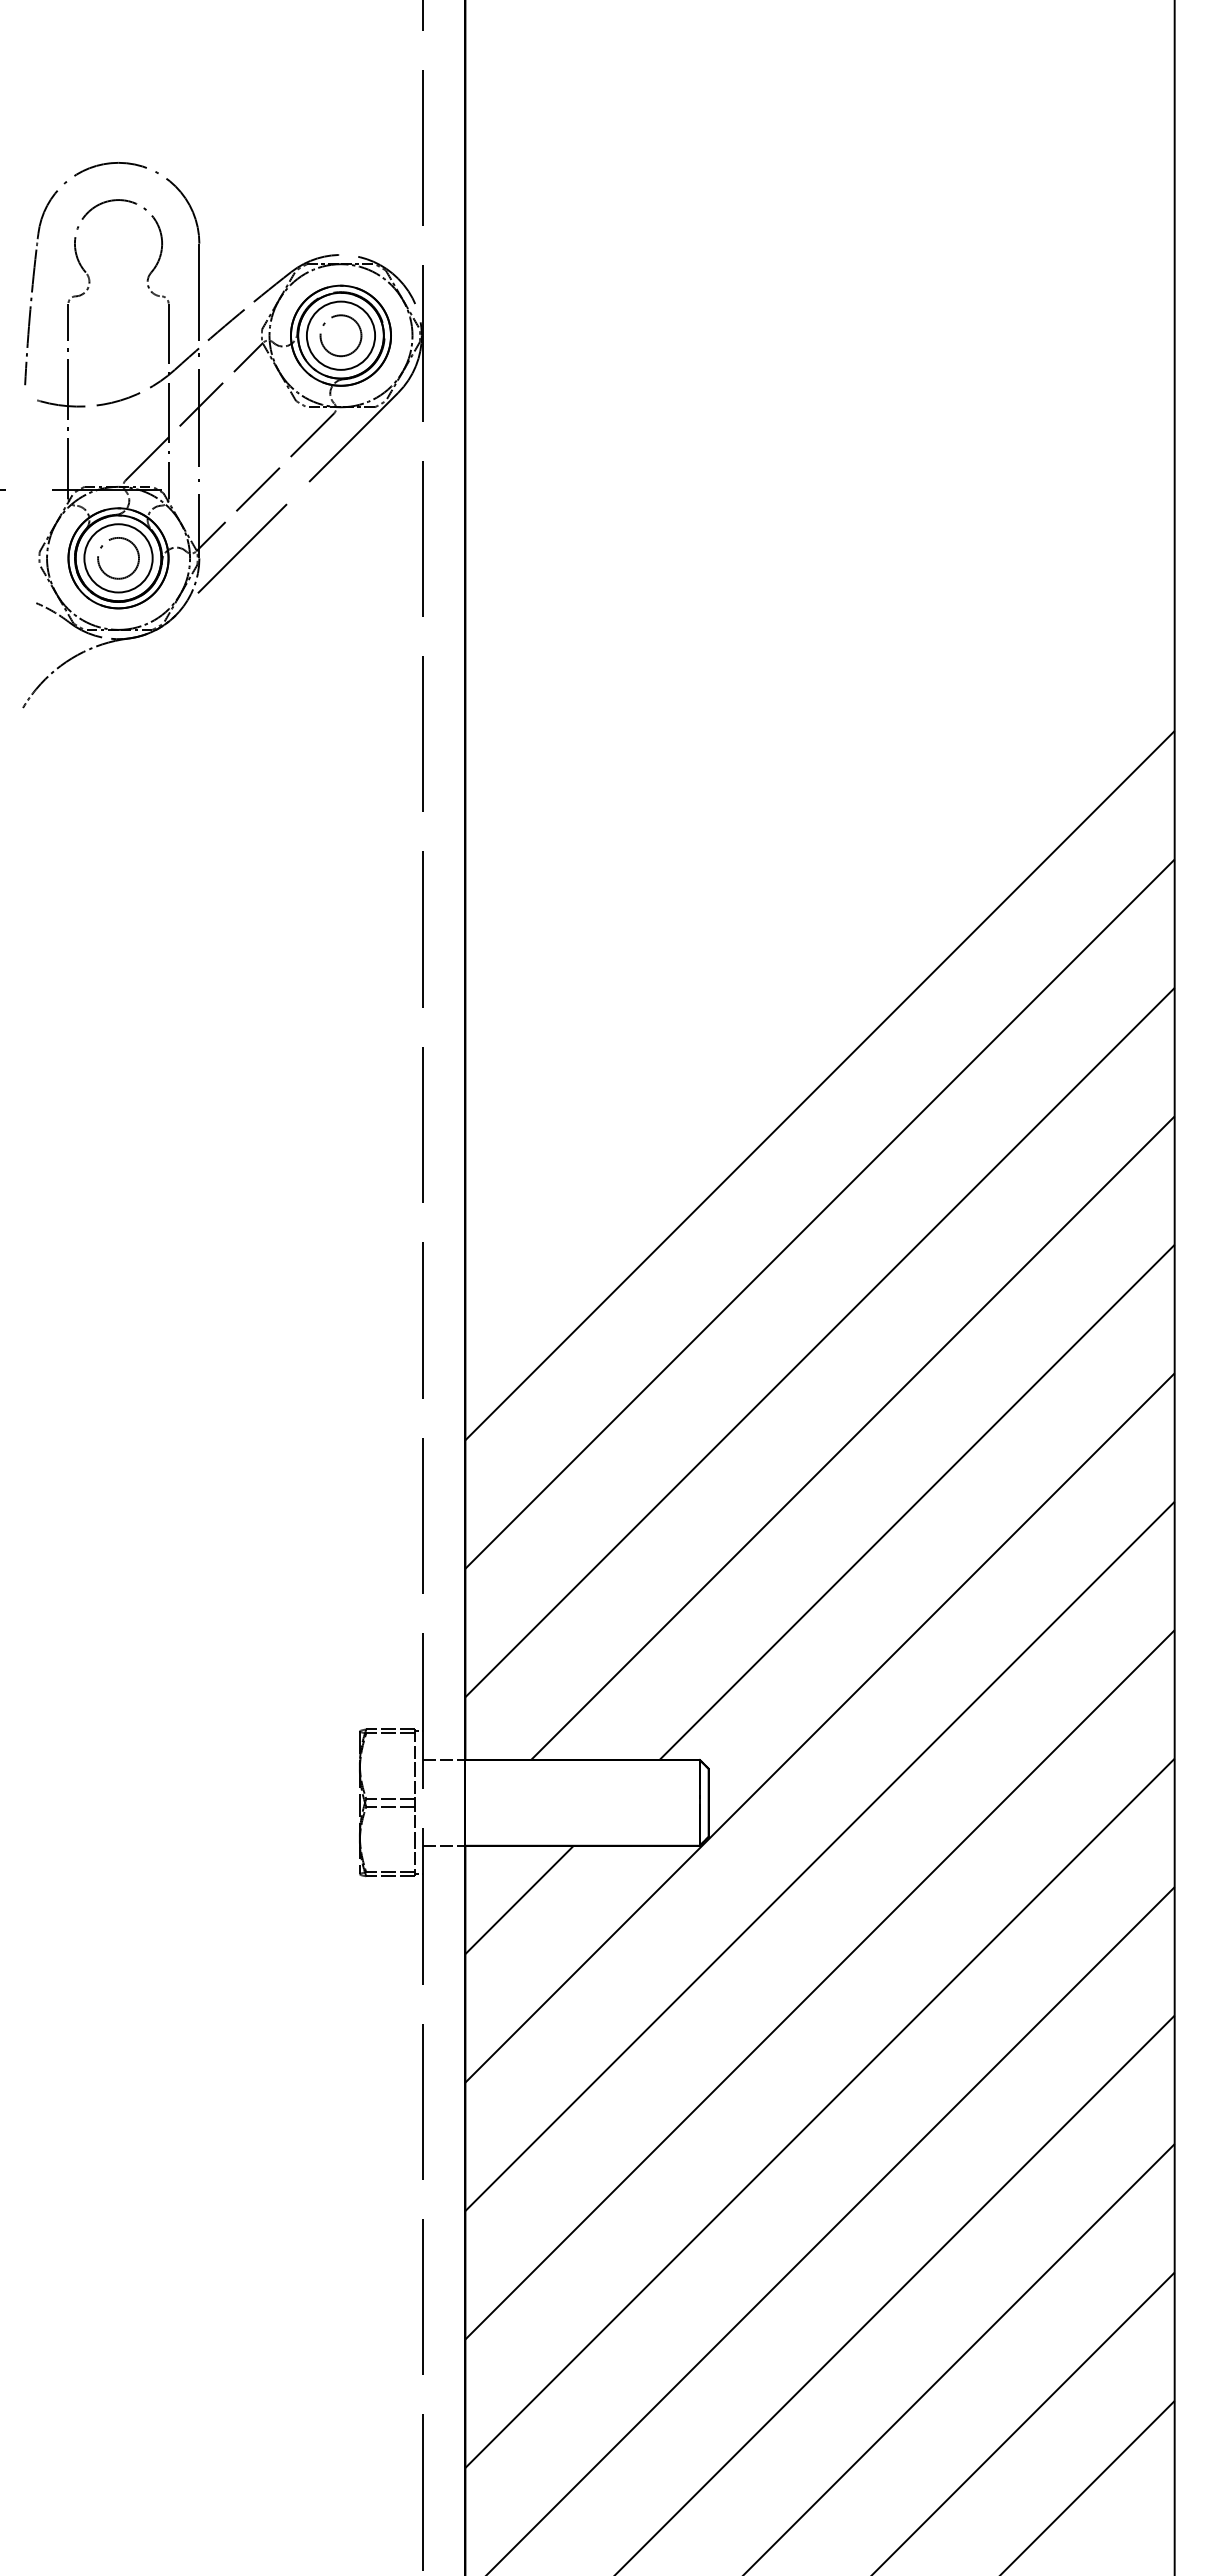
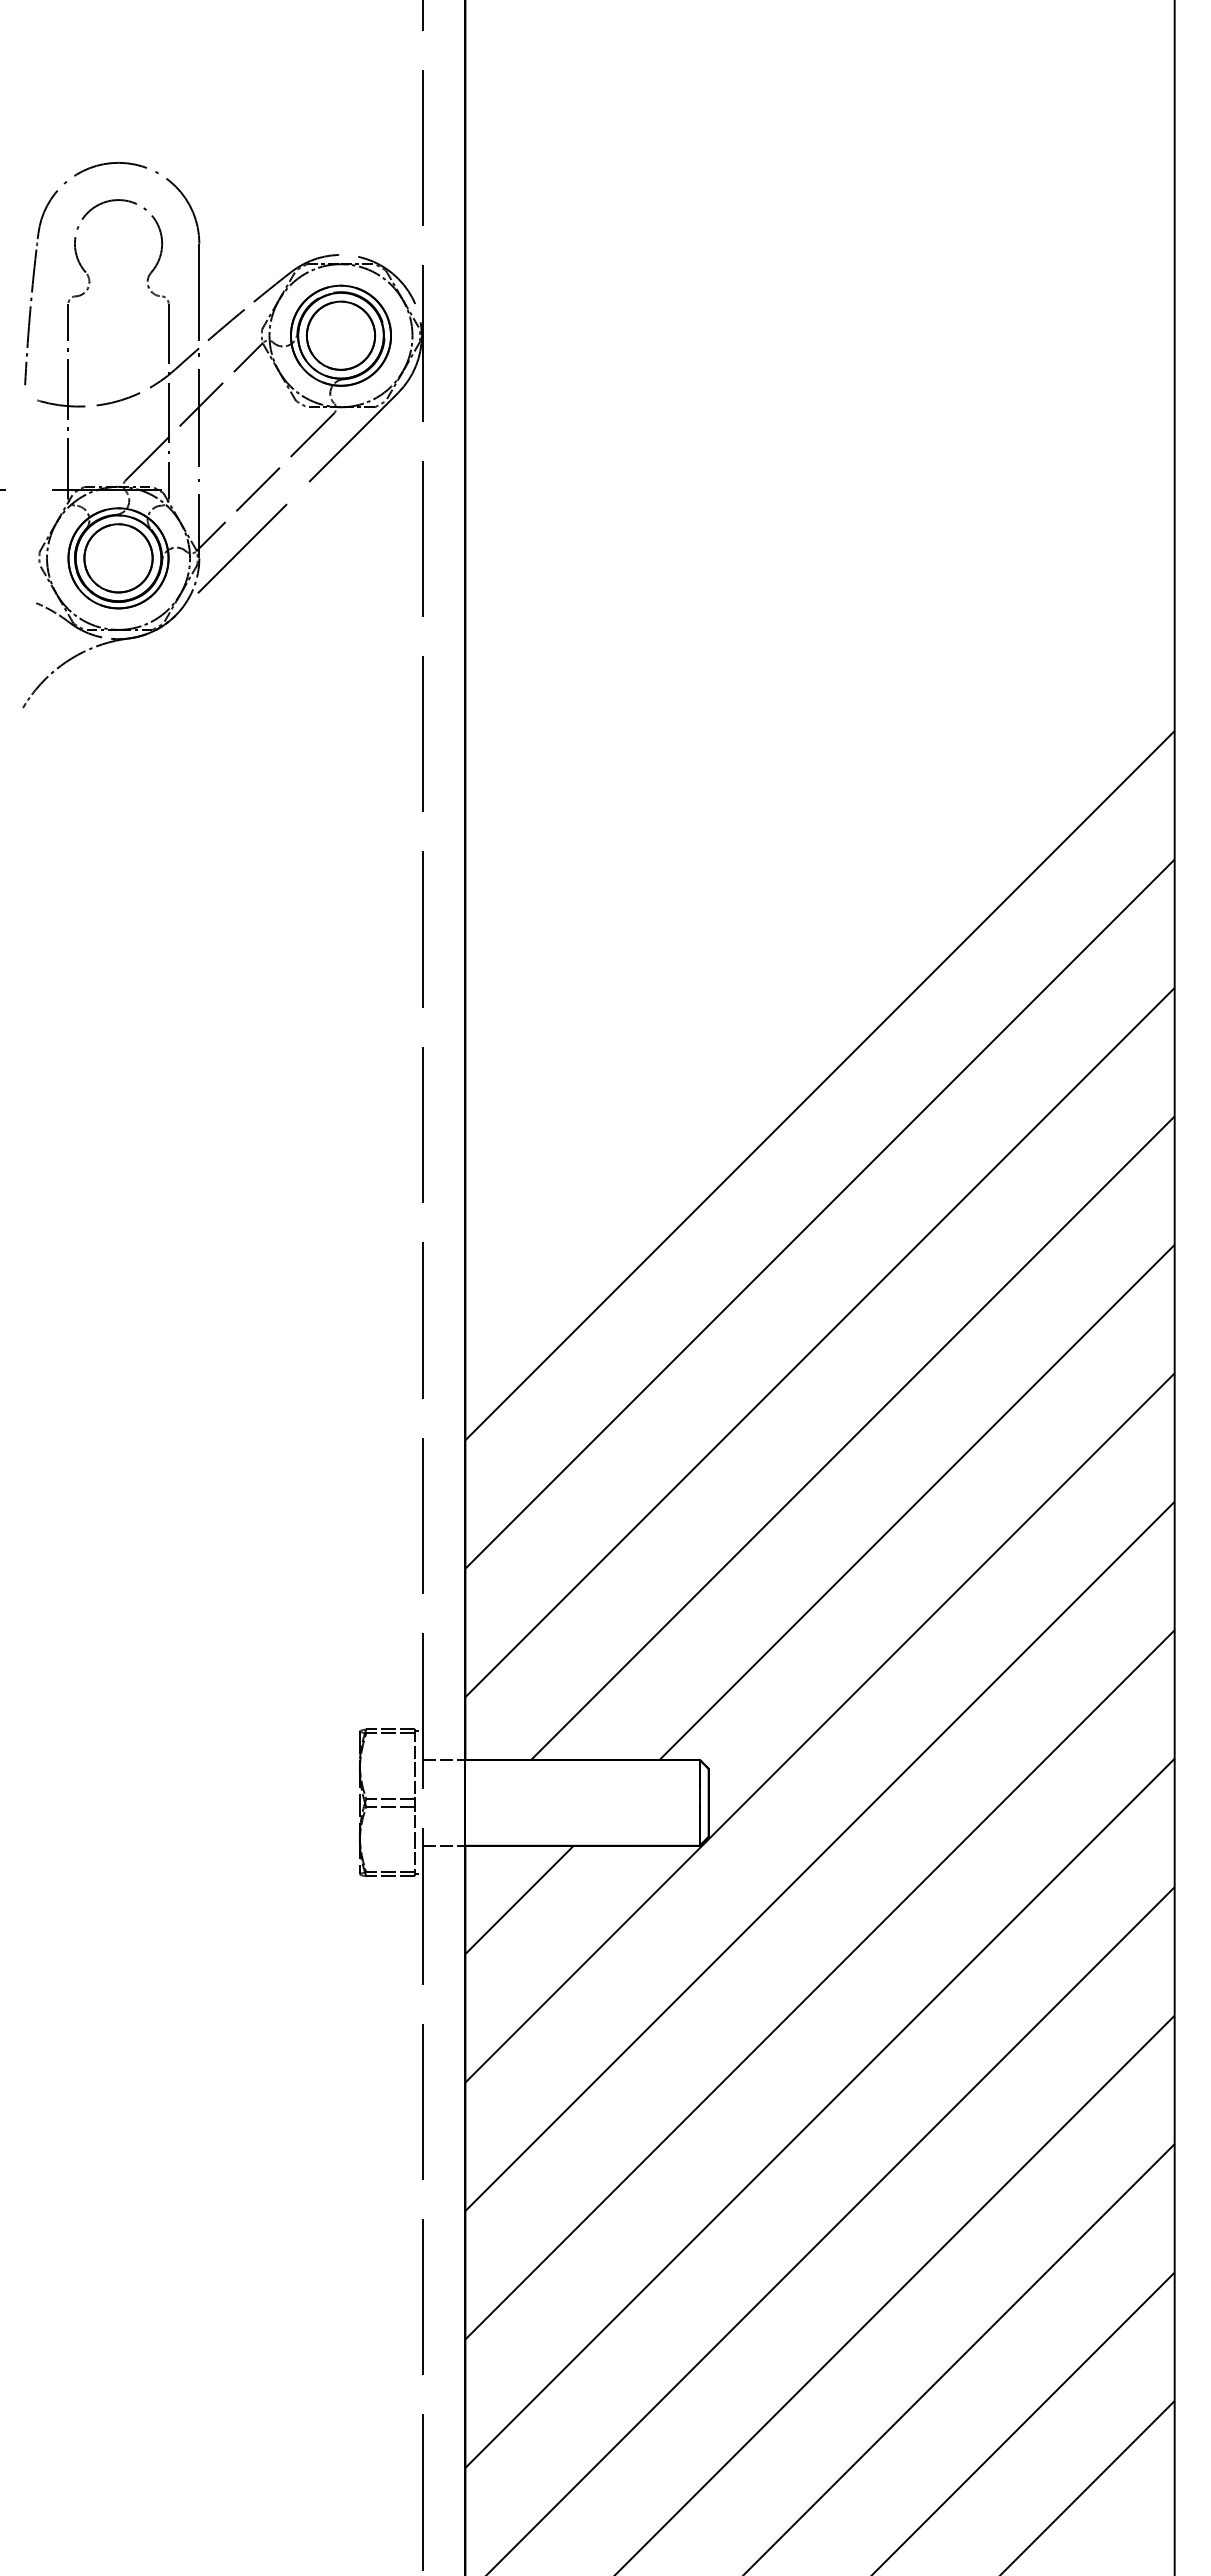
circle at (340, 335) diameter: 41 px -> 68 px
circle at (118, 557) diameter: 41 px -> 68 px
